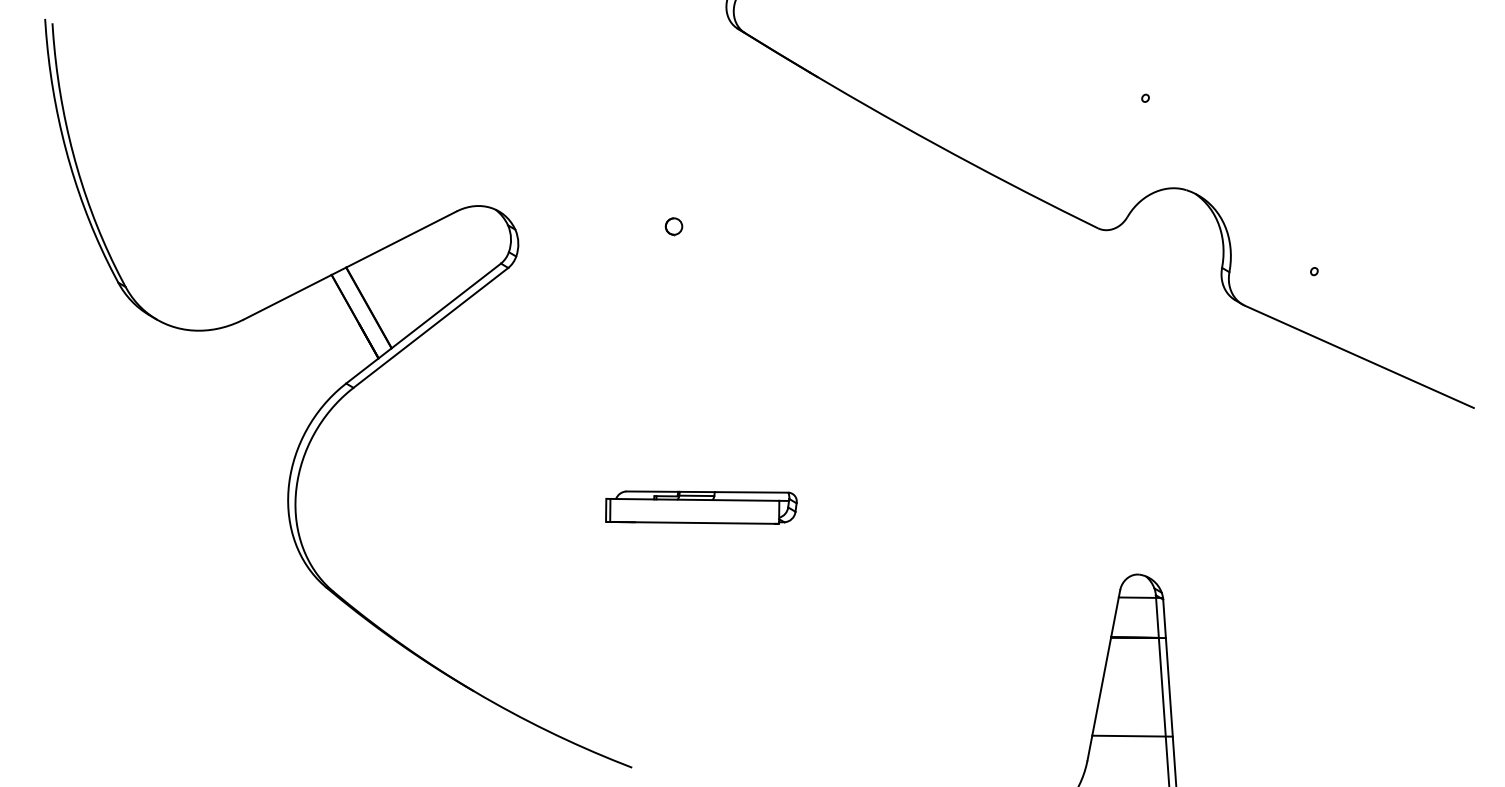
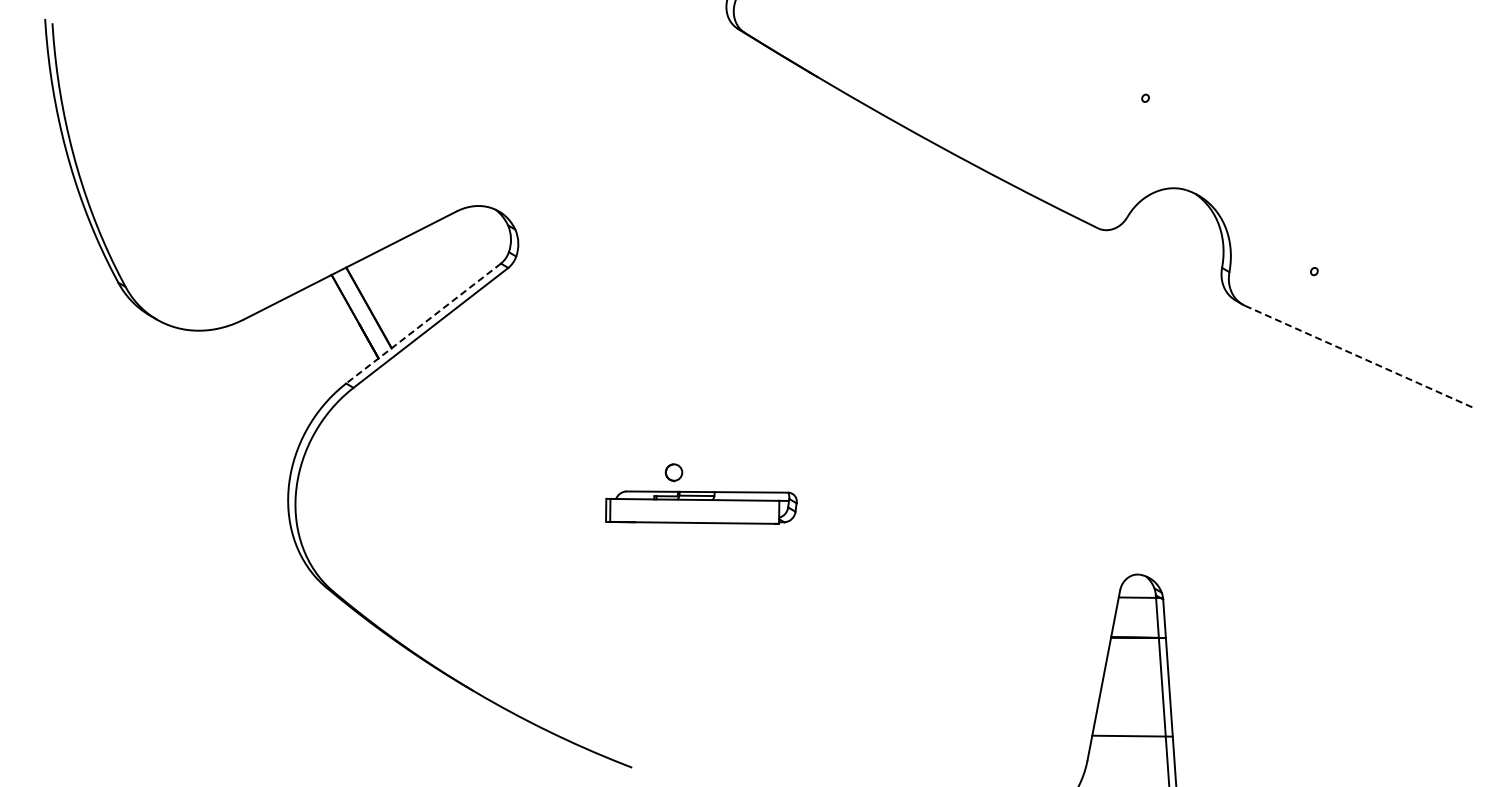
part at (673, 226) position: (673, 226) -> (673, 472)
line at (423, 323): solid -> dashed
line at (1359, 357): solid -> dashed
